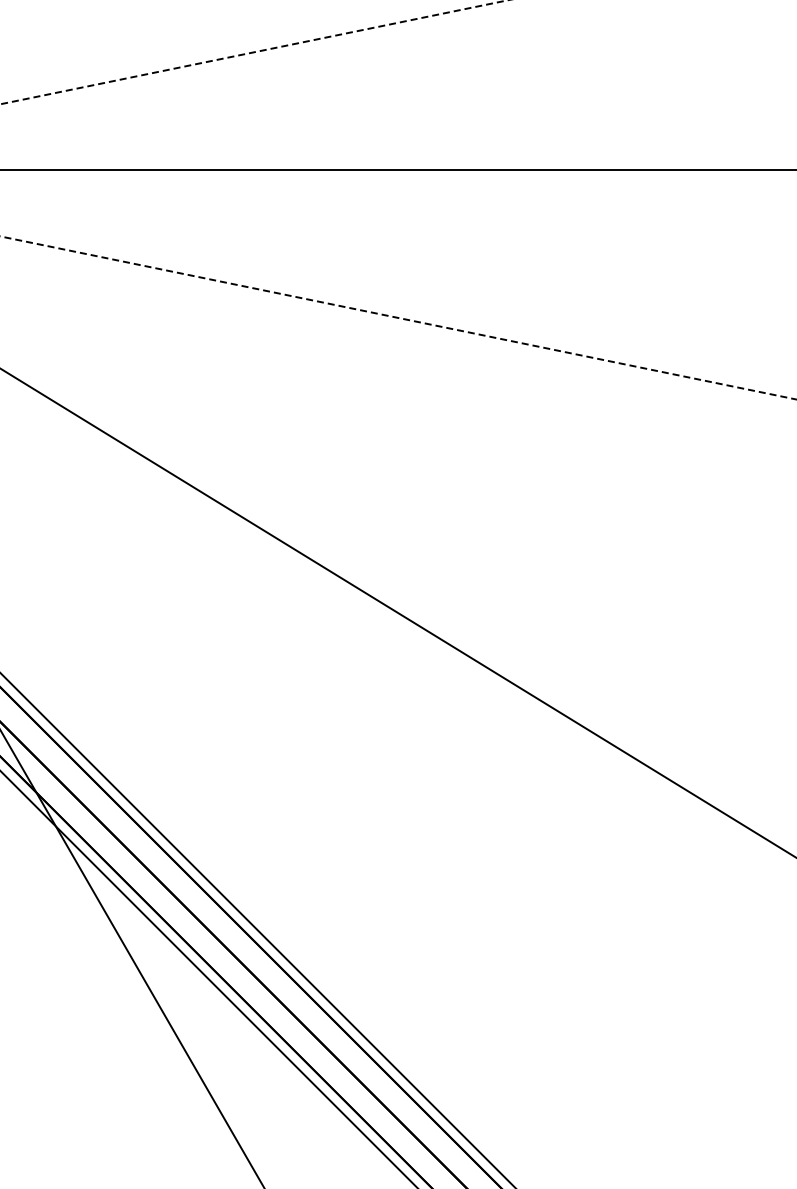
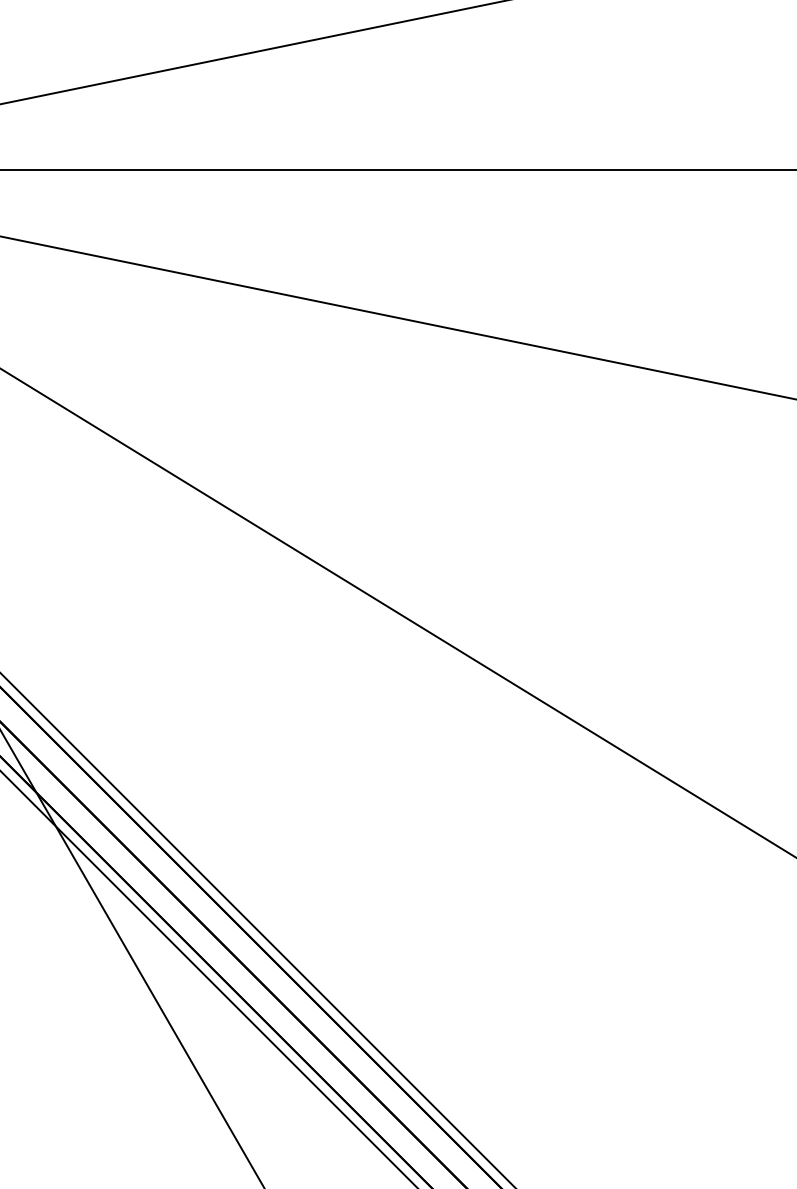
line at (254, 52): dashed -> solid
line at (397, 317): dashed -> solid
